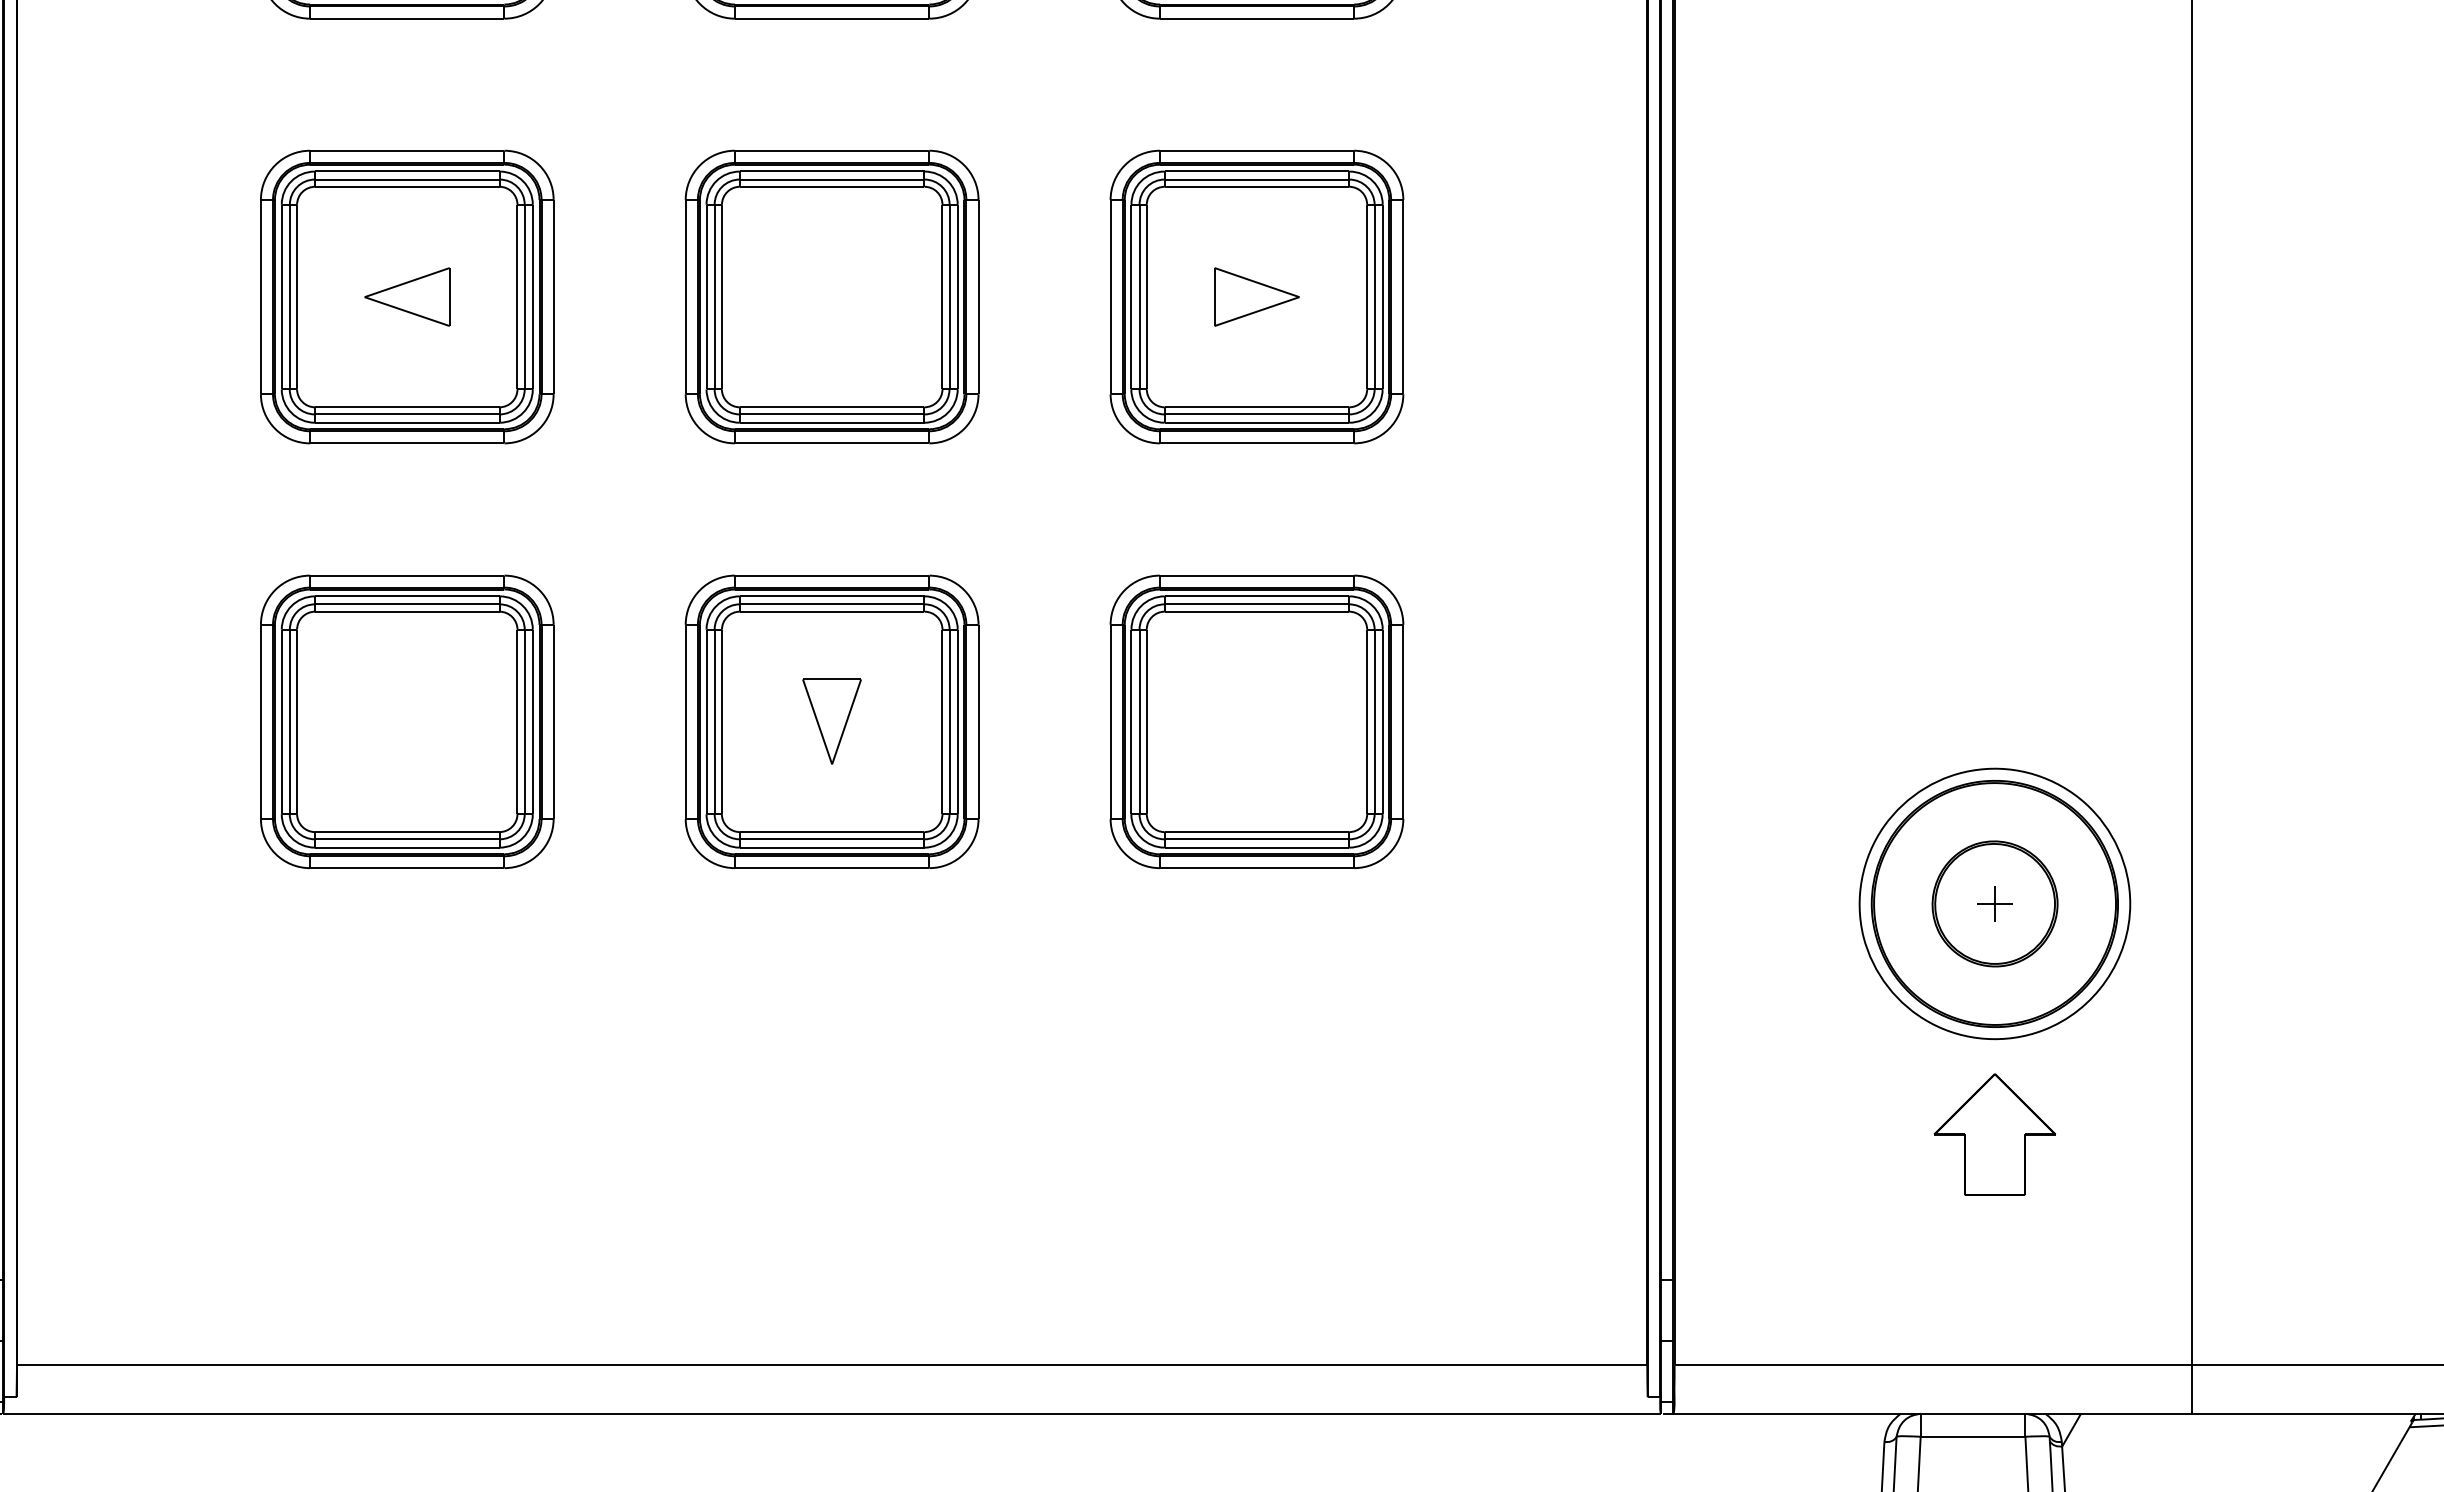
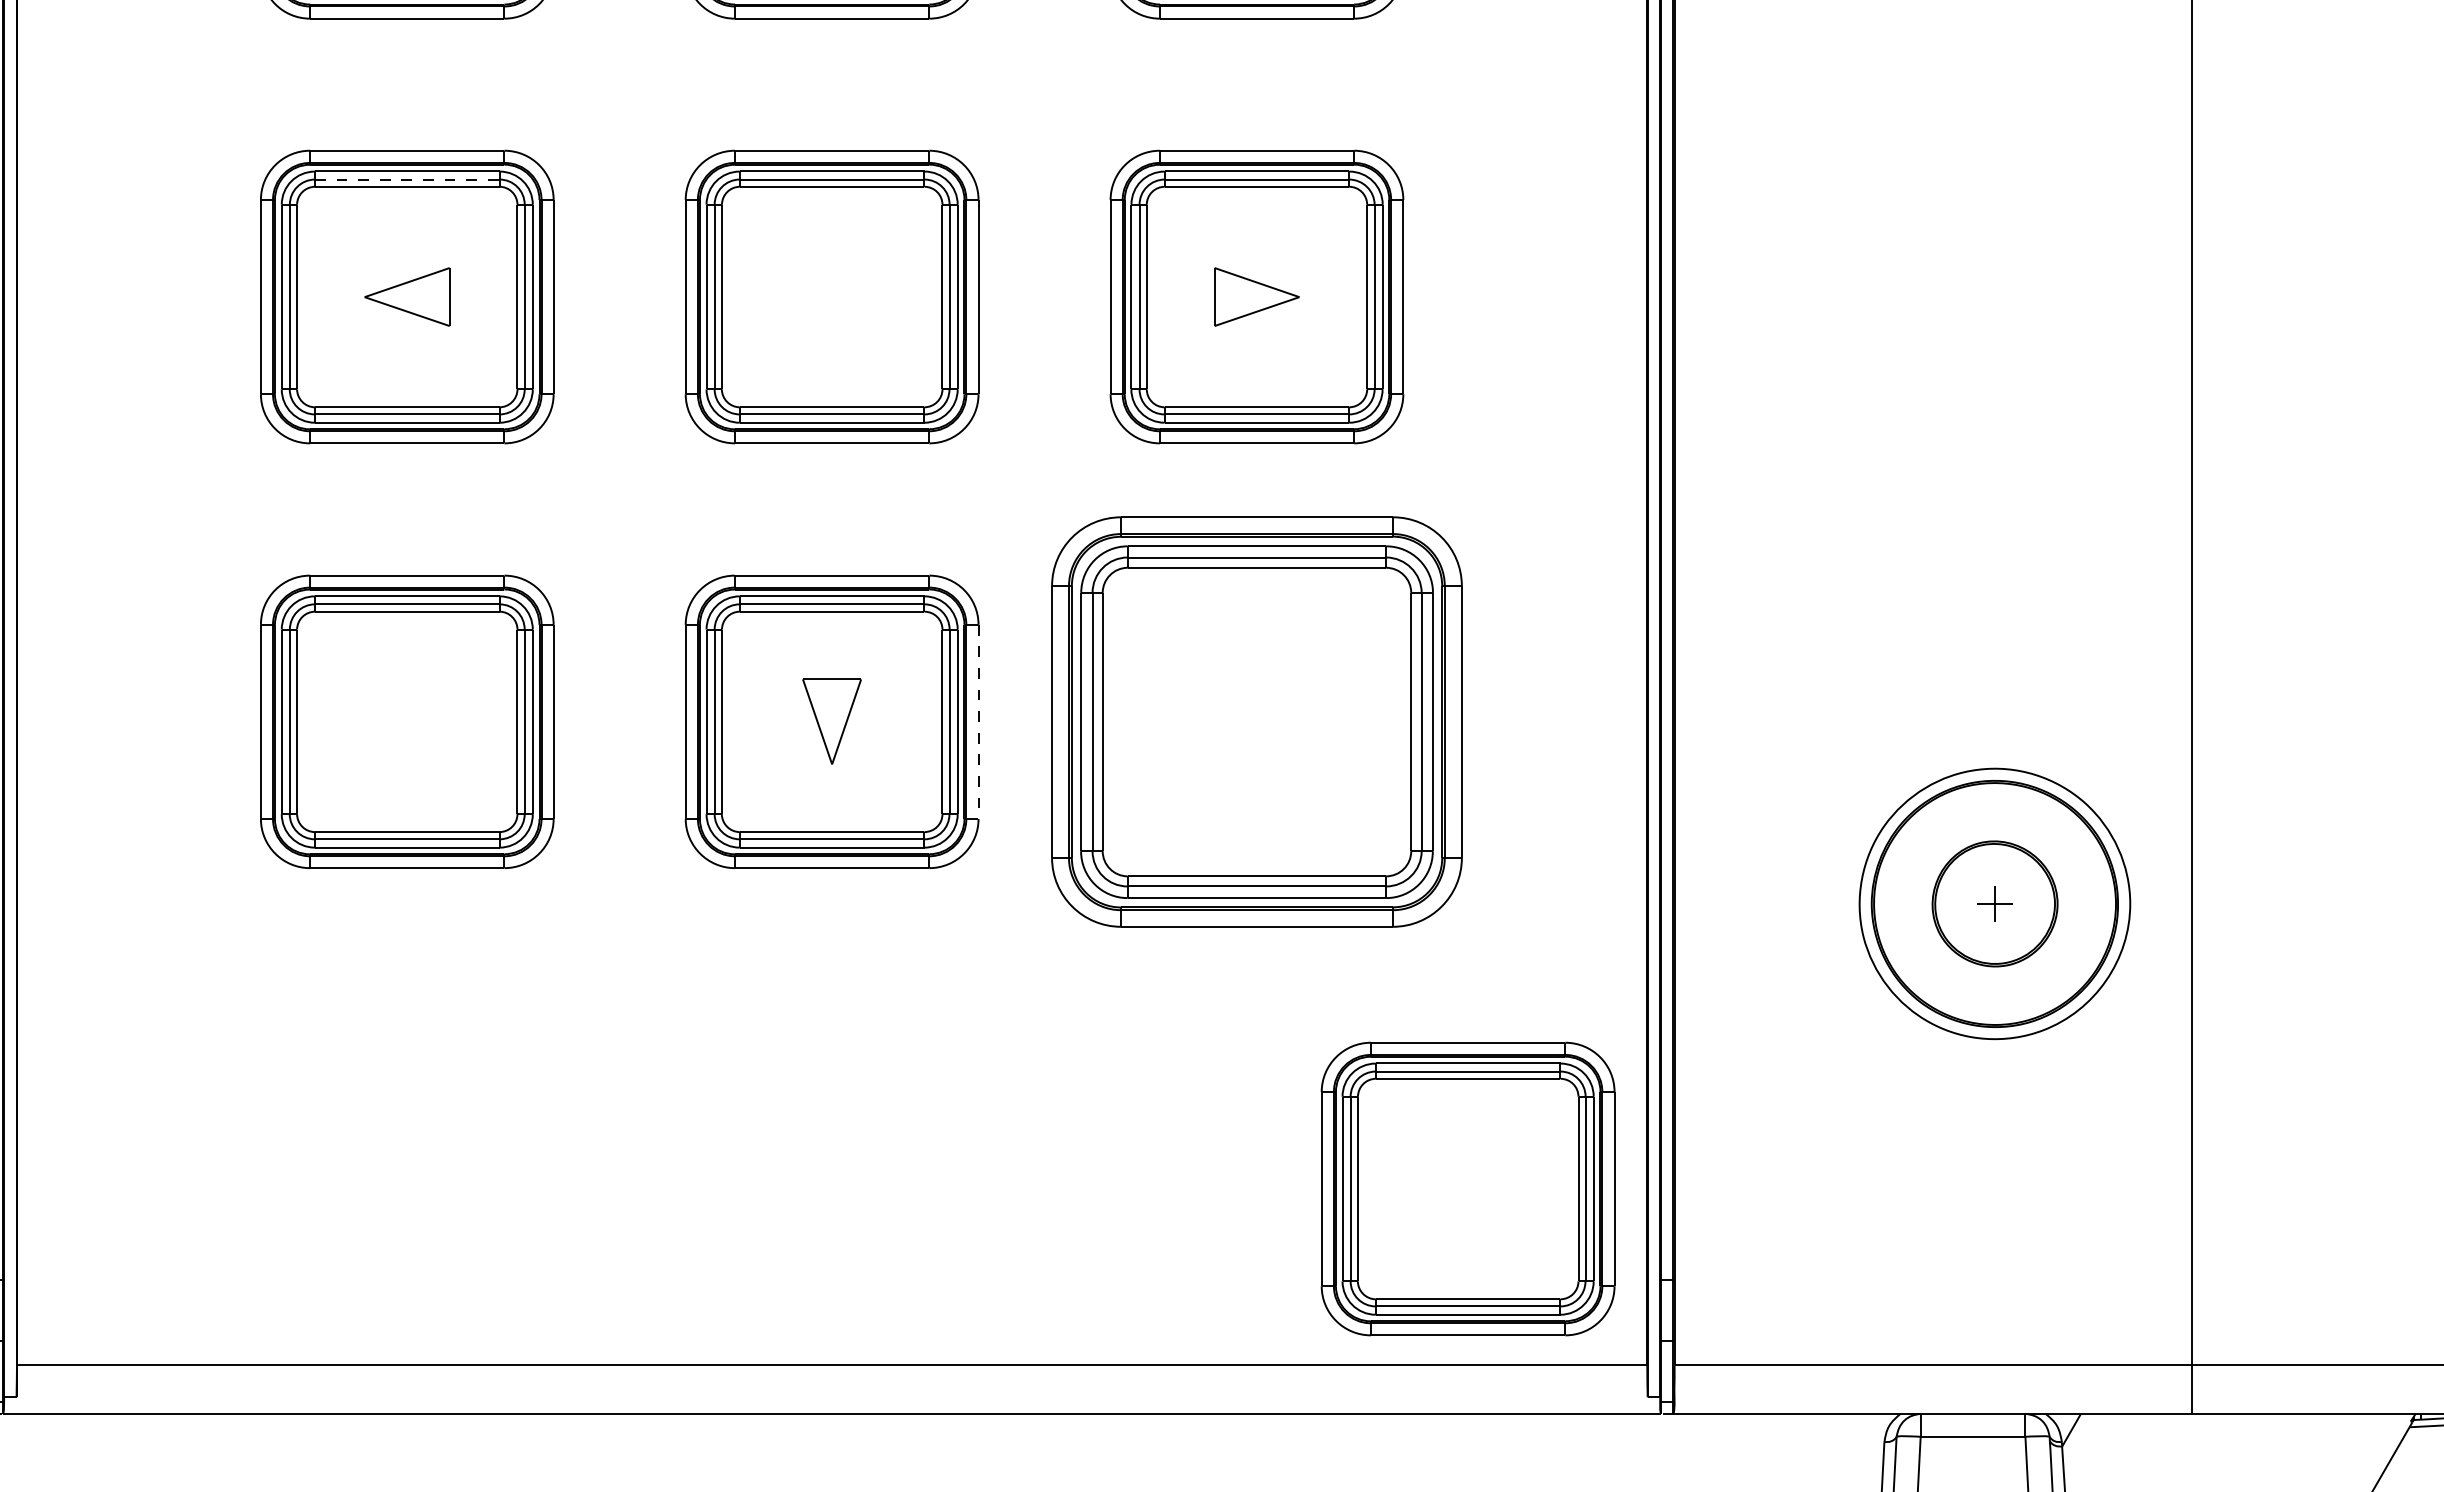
line at (407, 179): solid -> dashed
part at (1256, 721) size: 296x295 px -> 412x412 px
line at (978, 722): solid -> dashed
part at (1994, 1134): present -> none
part at (1467, 1188): none -> present
